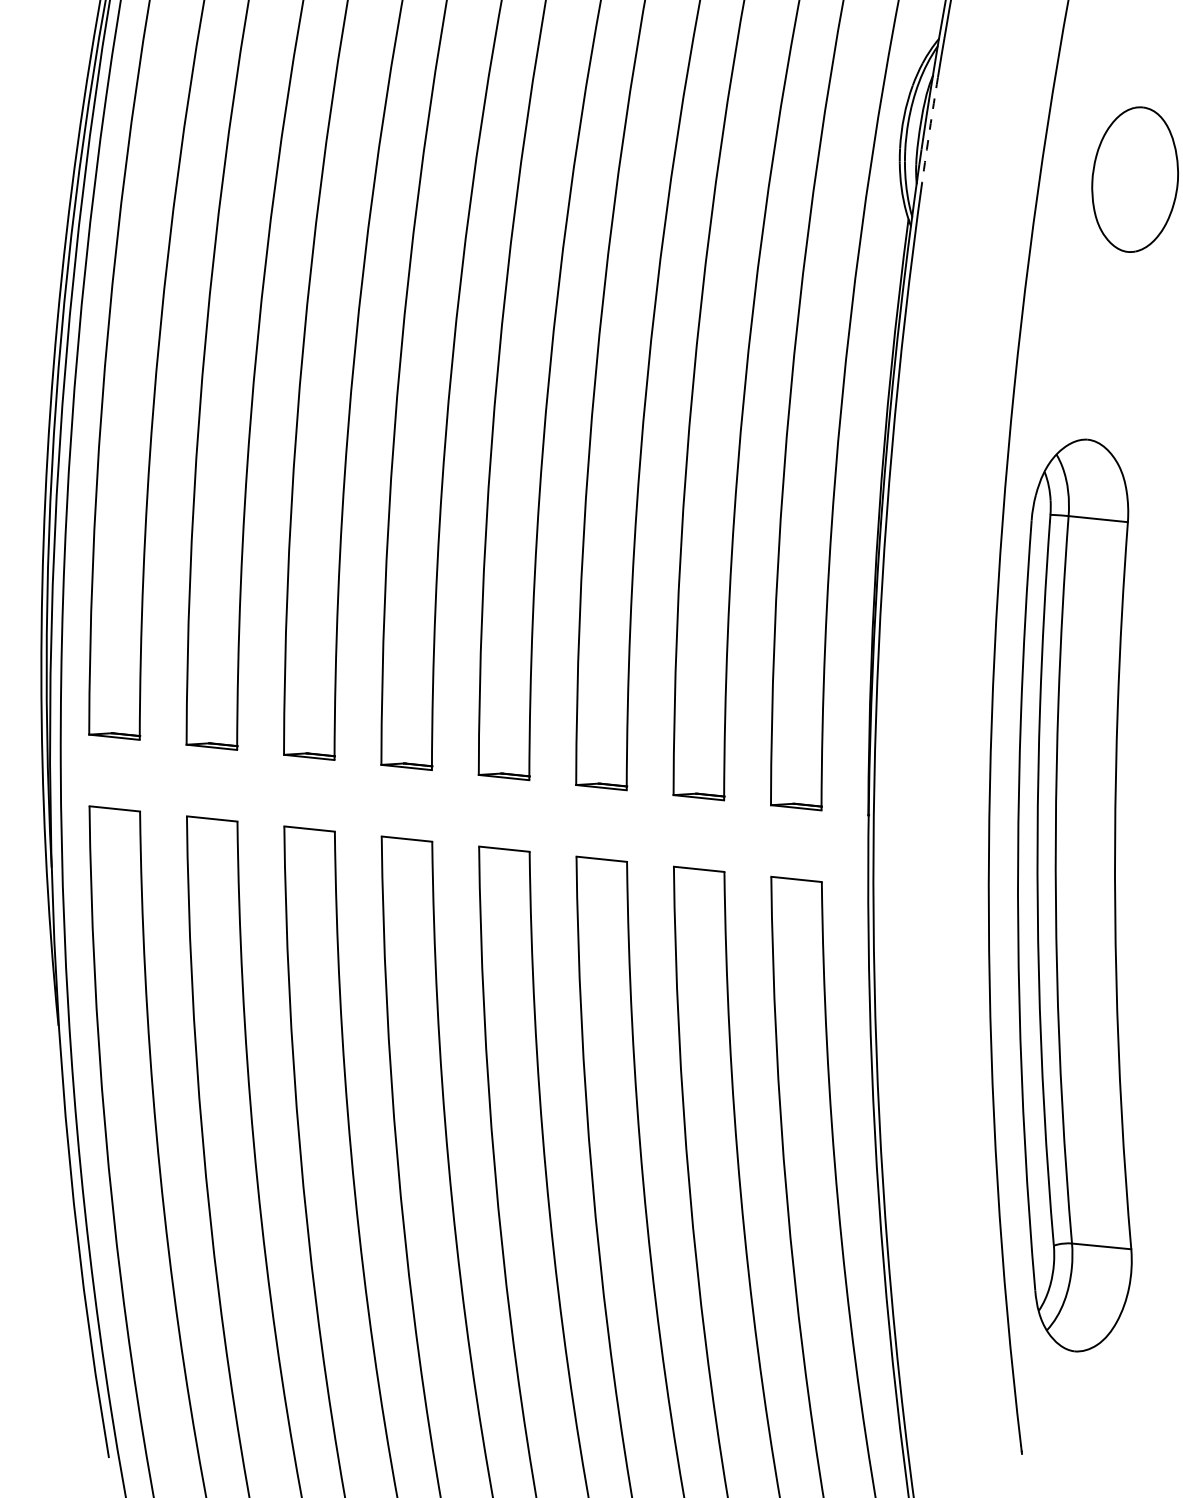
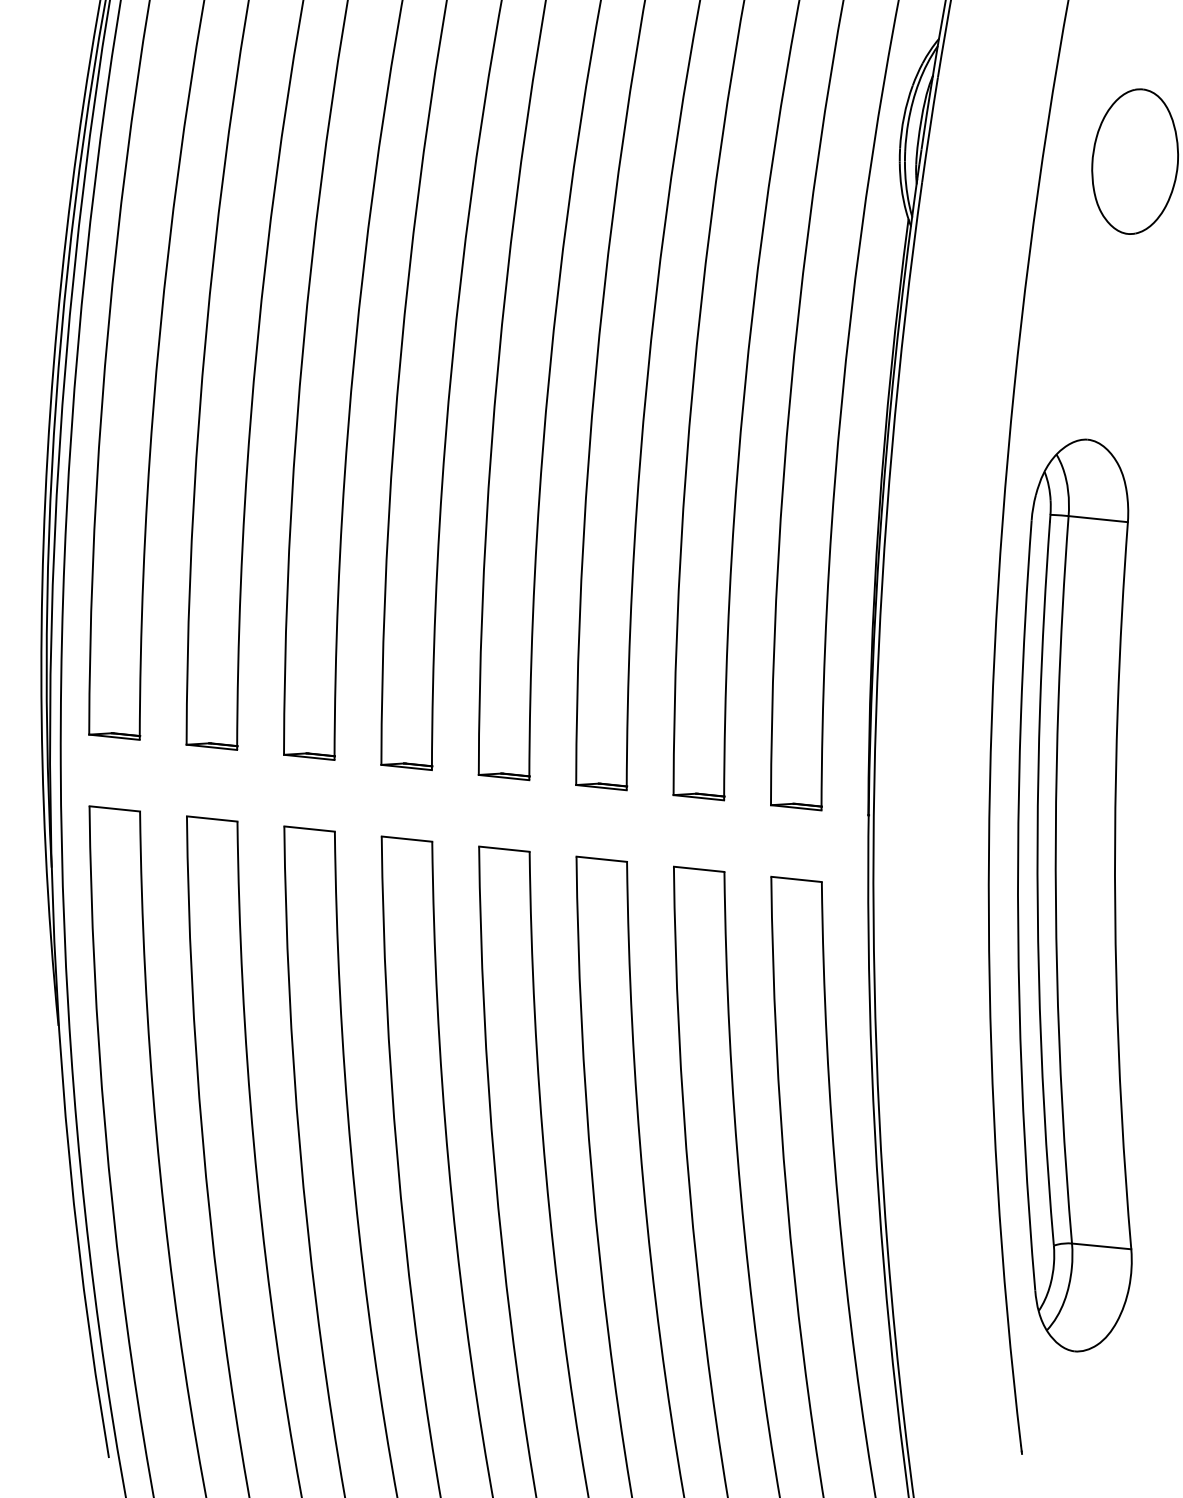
arc at (929, 129): dashed -> solid
part at (1134, 179) position: (1134, 179) -> (1134, 161)
